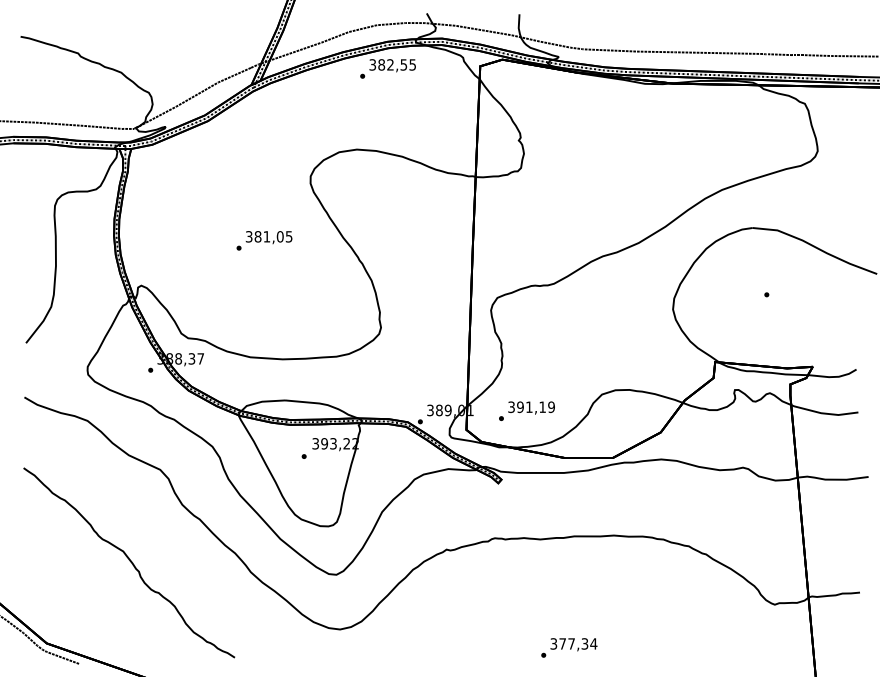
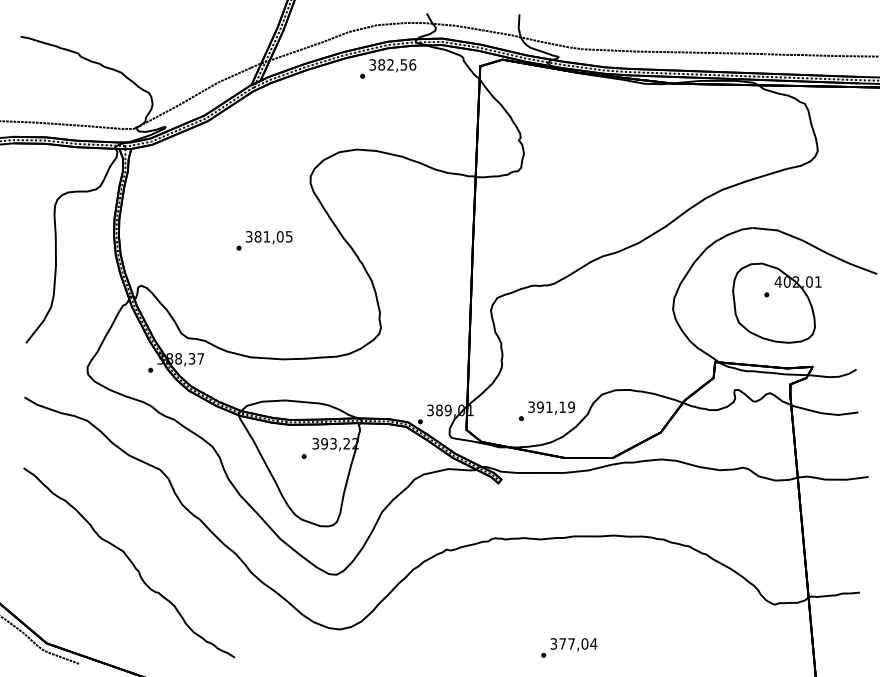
text at (412, 64): 382,55 -> 382,56
part at (776, 302): none -> present
text at (526, 410) position: (526, 410) -> (546, 410)
text at (584, 643): 377,34 -> 377,04
